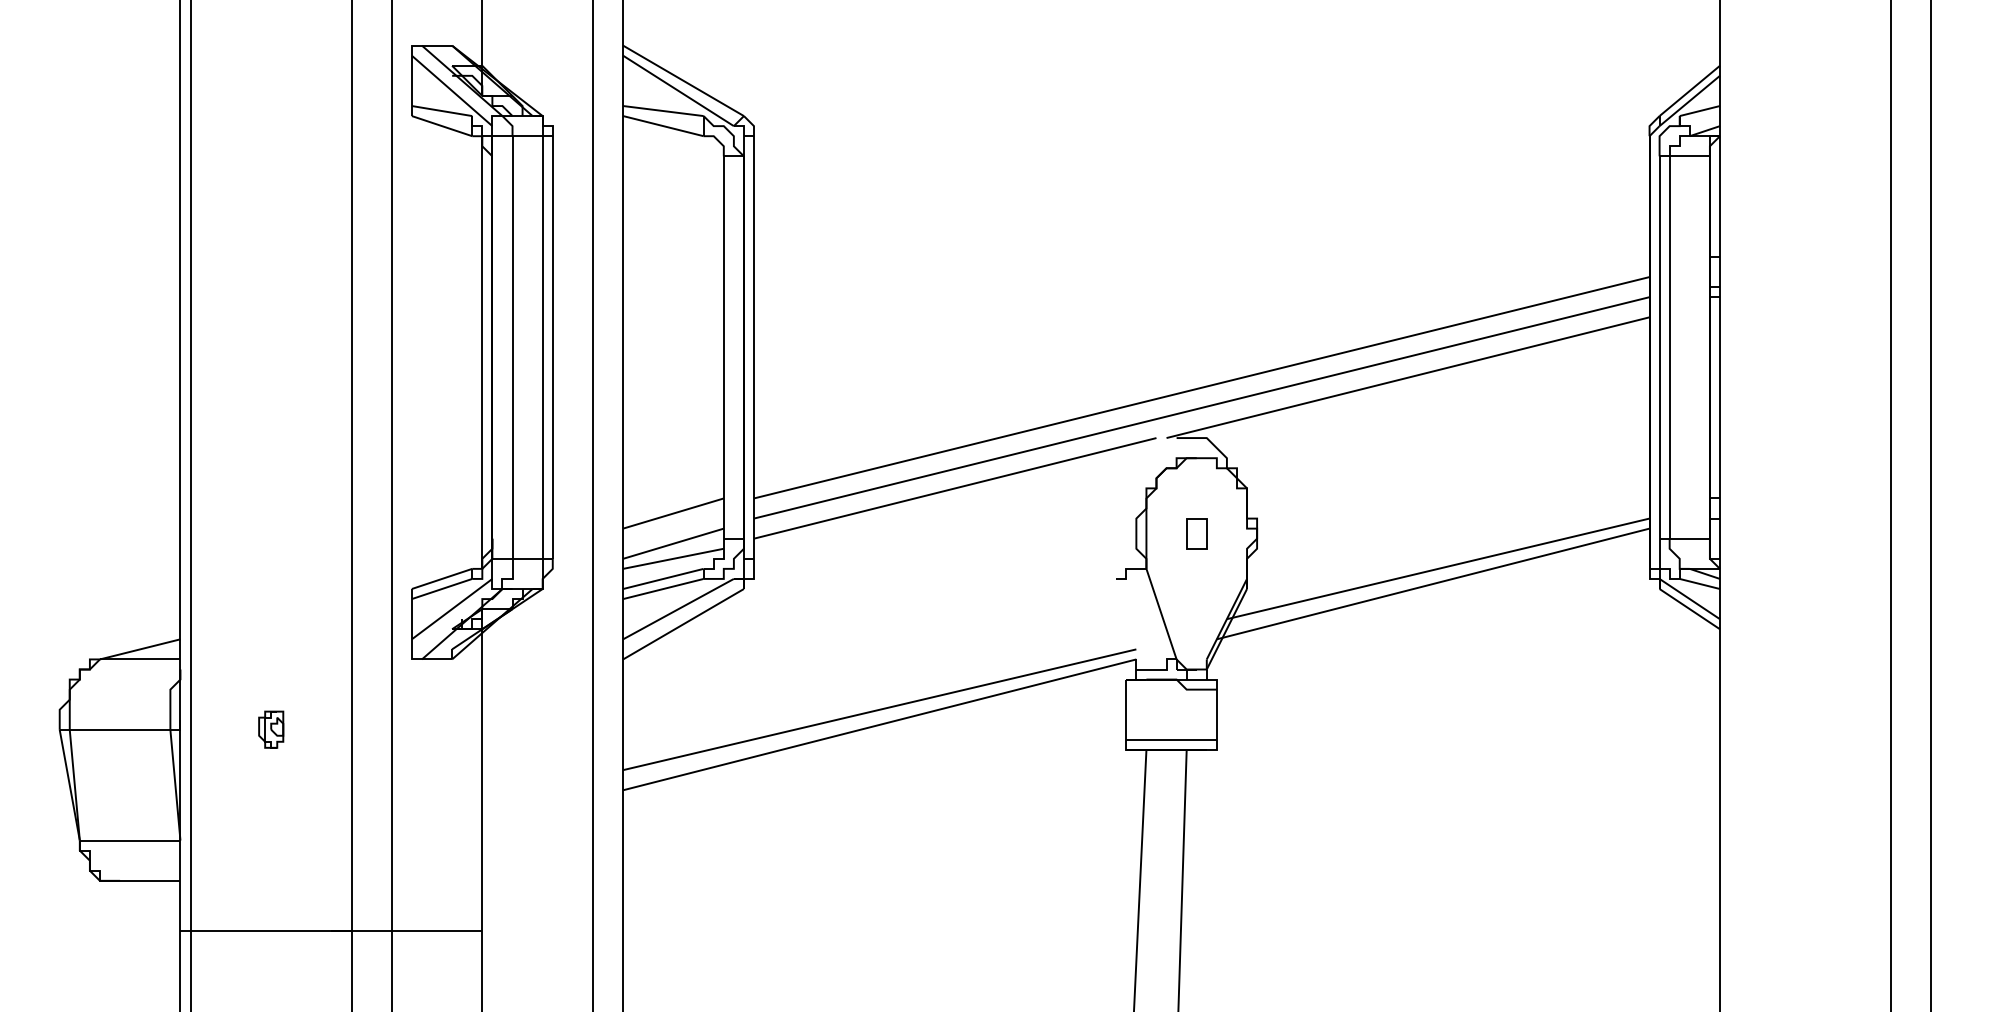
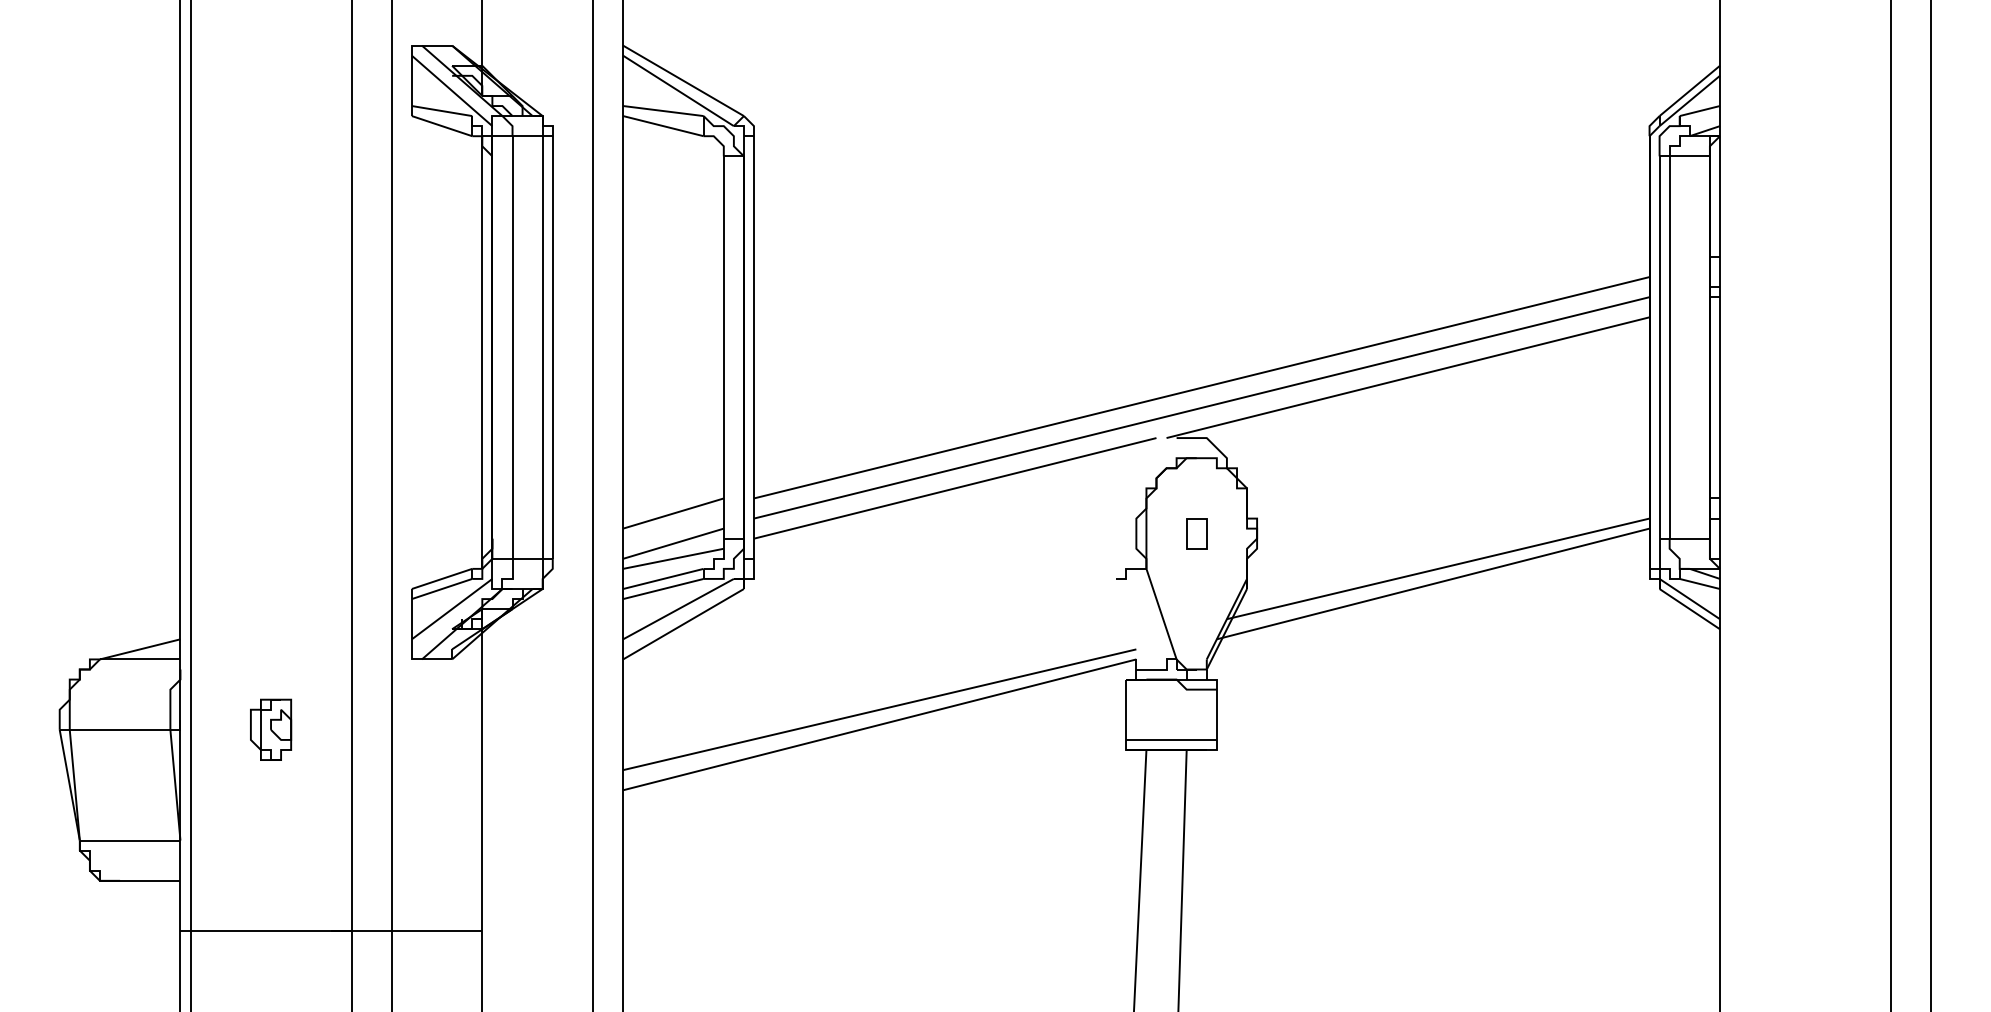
part at (271, 729) size: 27x39 px -> 43x63 px
